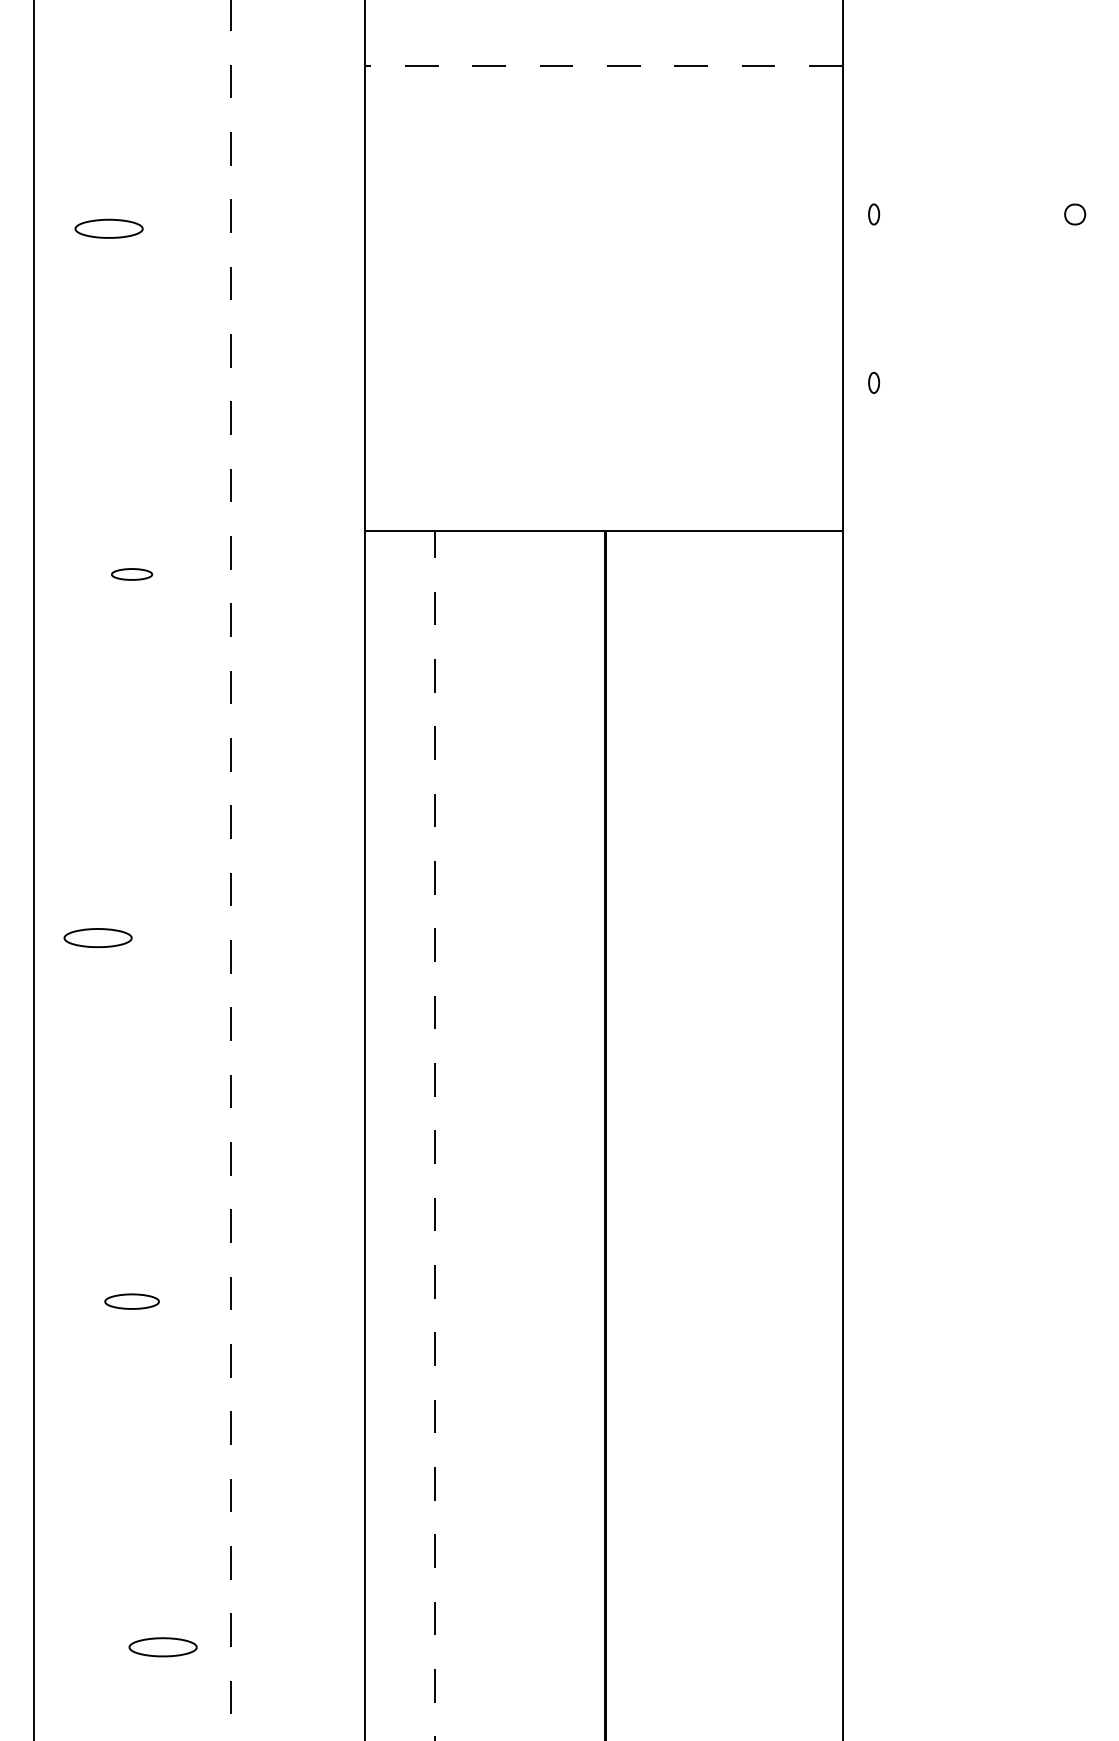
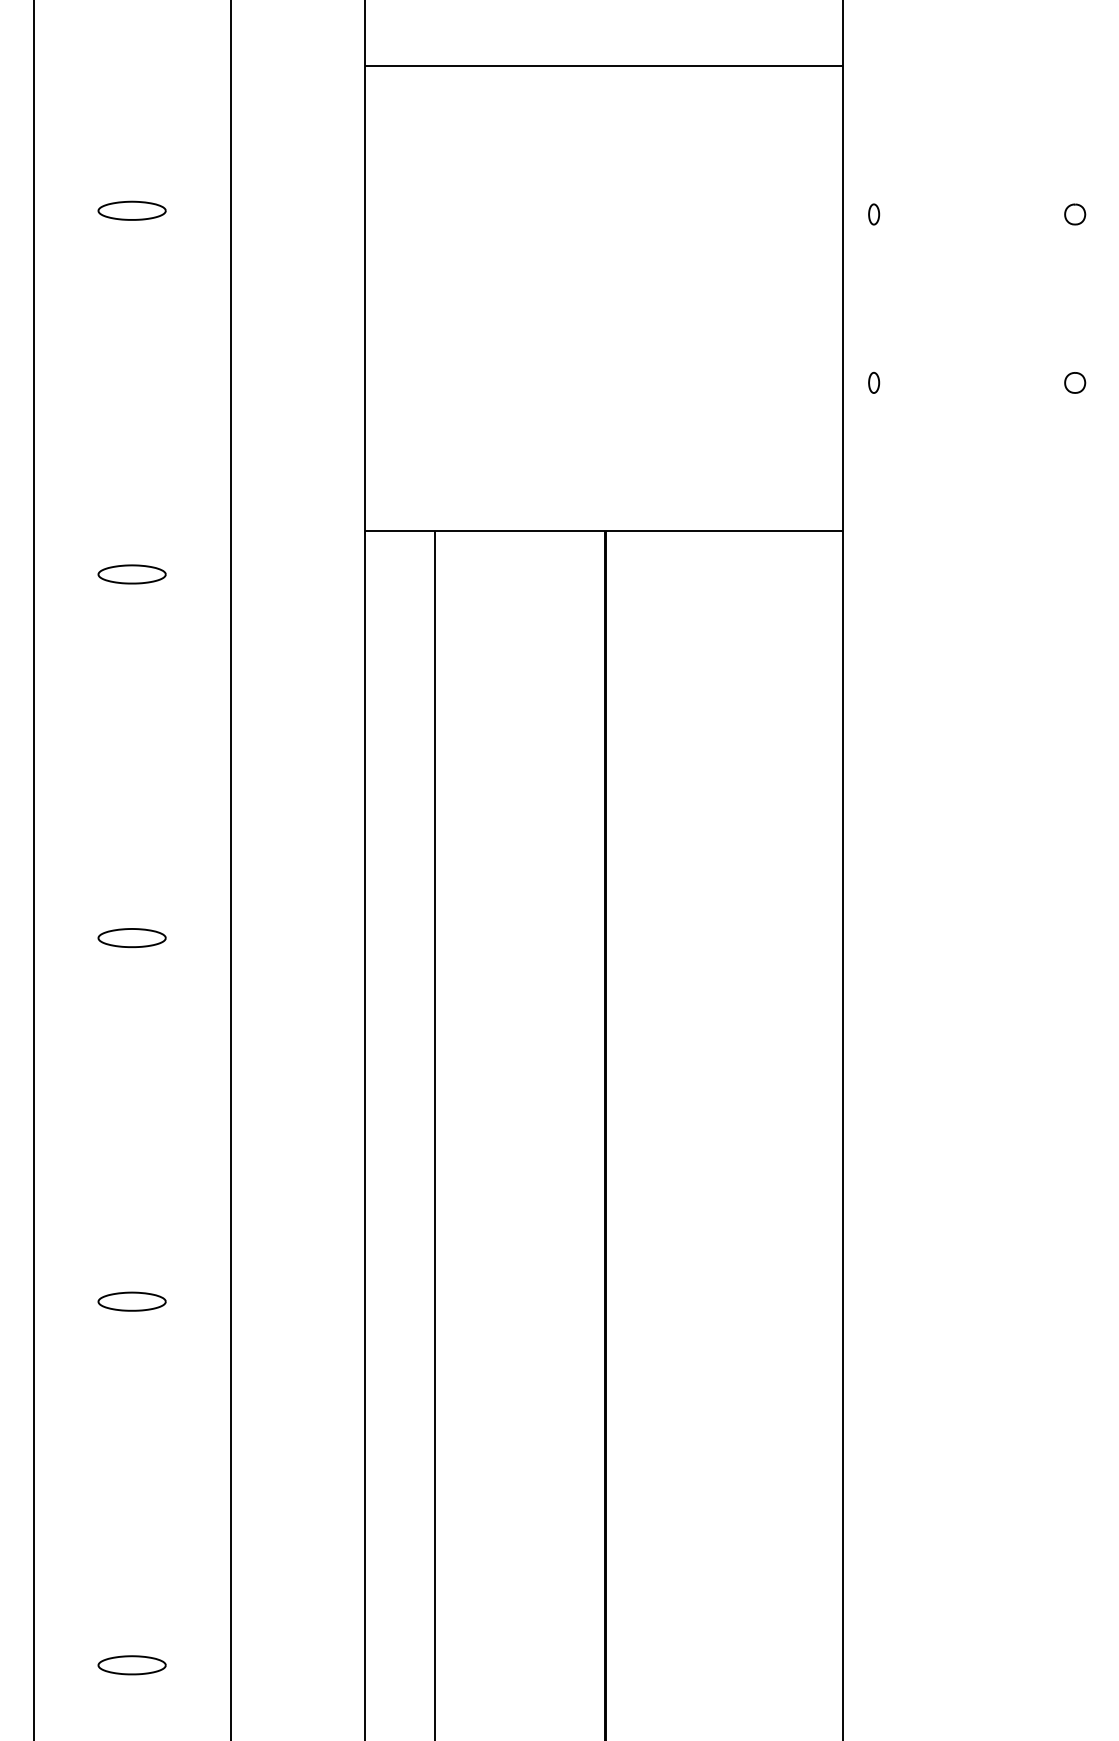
line at (603, 66): dashed -> solid
part at (108, 228) position: (108, 228) -> (131, 210)
part at (1075, 382): none -> present
part at (132, 574) size: 43x13 px -> 70x21 px
line at (230, 870): dashed -> solid
part at (97, 937) position: (97, 937) -> (131, 937)
line at (435, 1135): dashed -> solid
part at (131, 1301) size: 56x17 px -> 70x21 px
part at (162, 1647) position: (162, 1647) -> (131, 1665)
